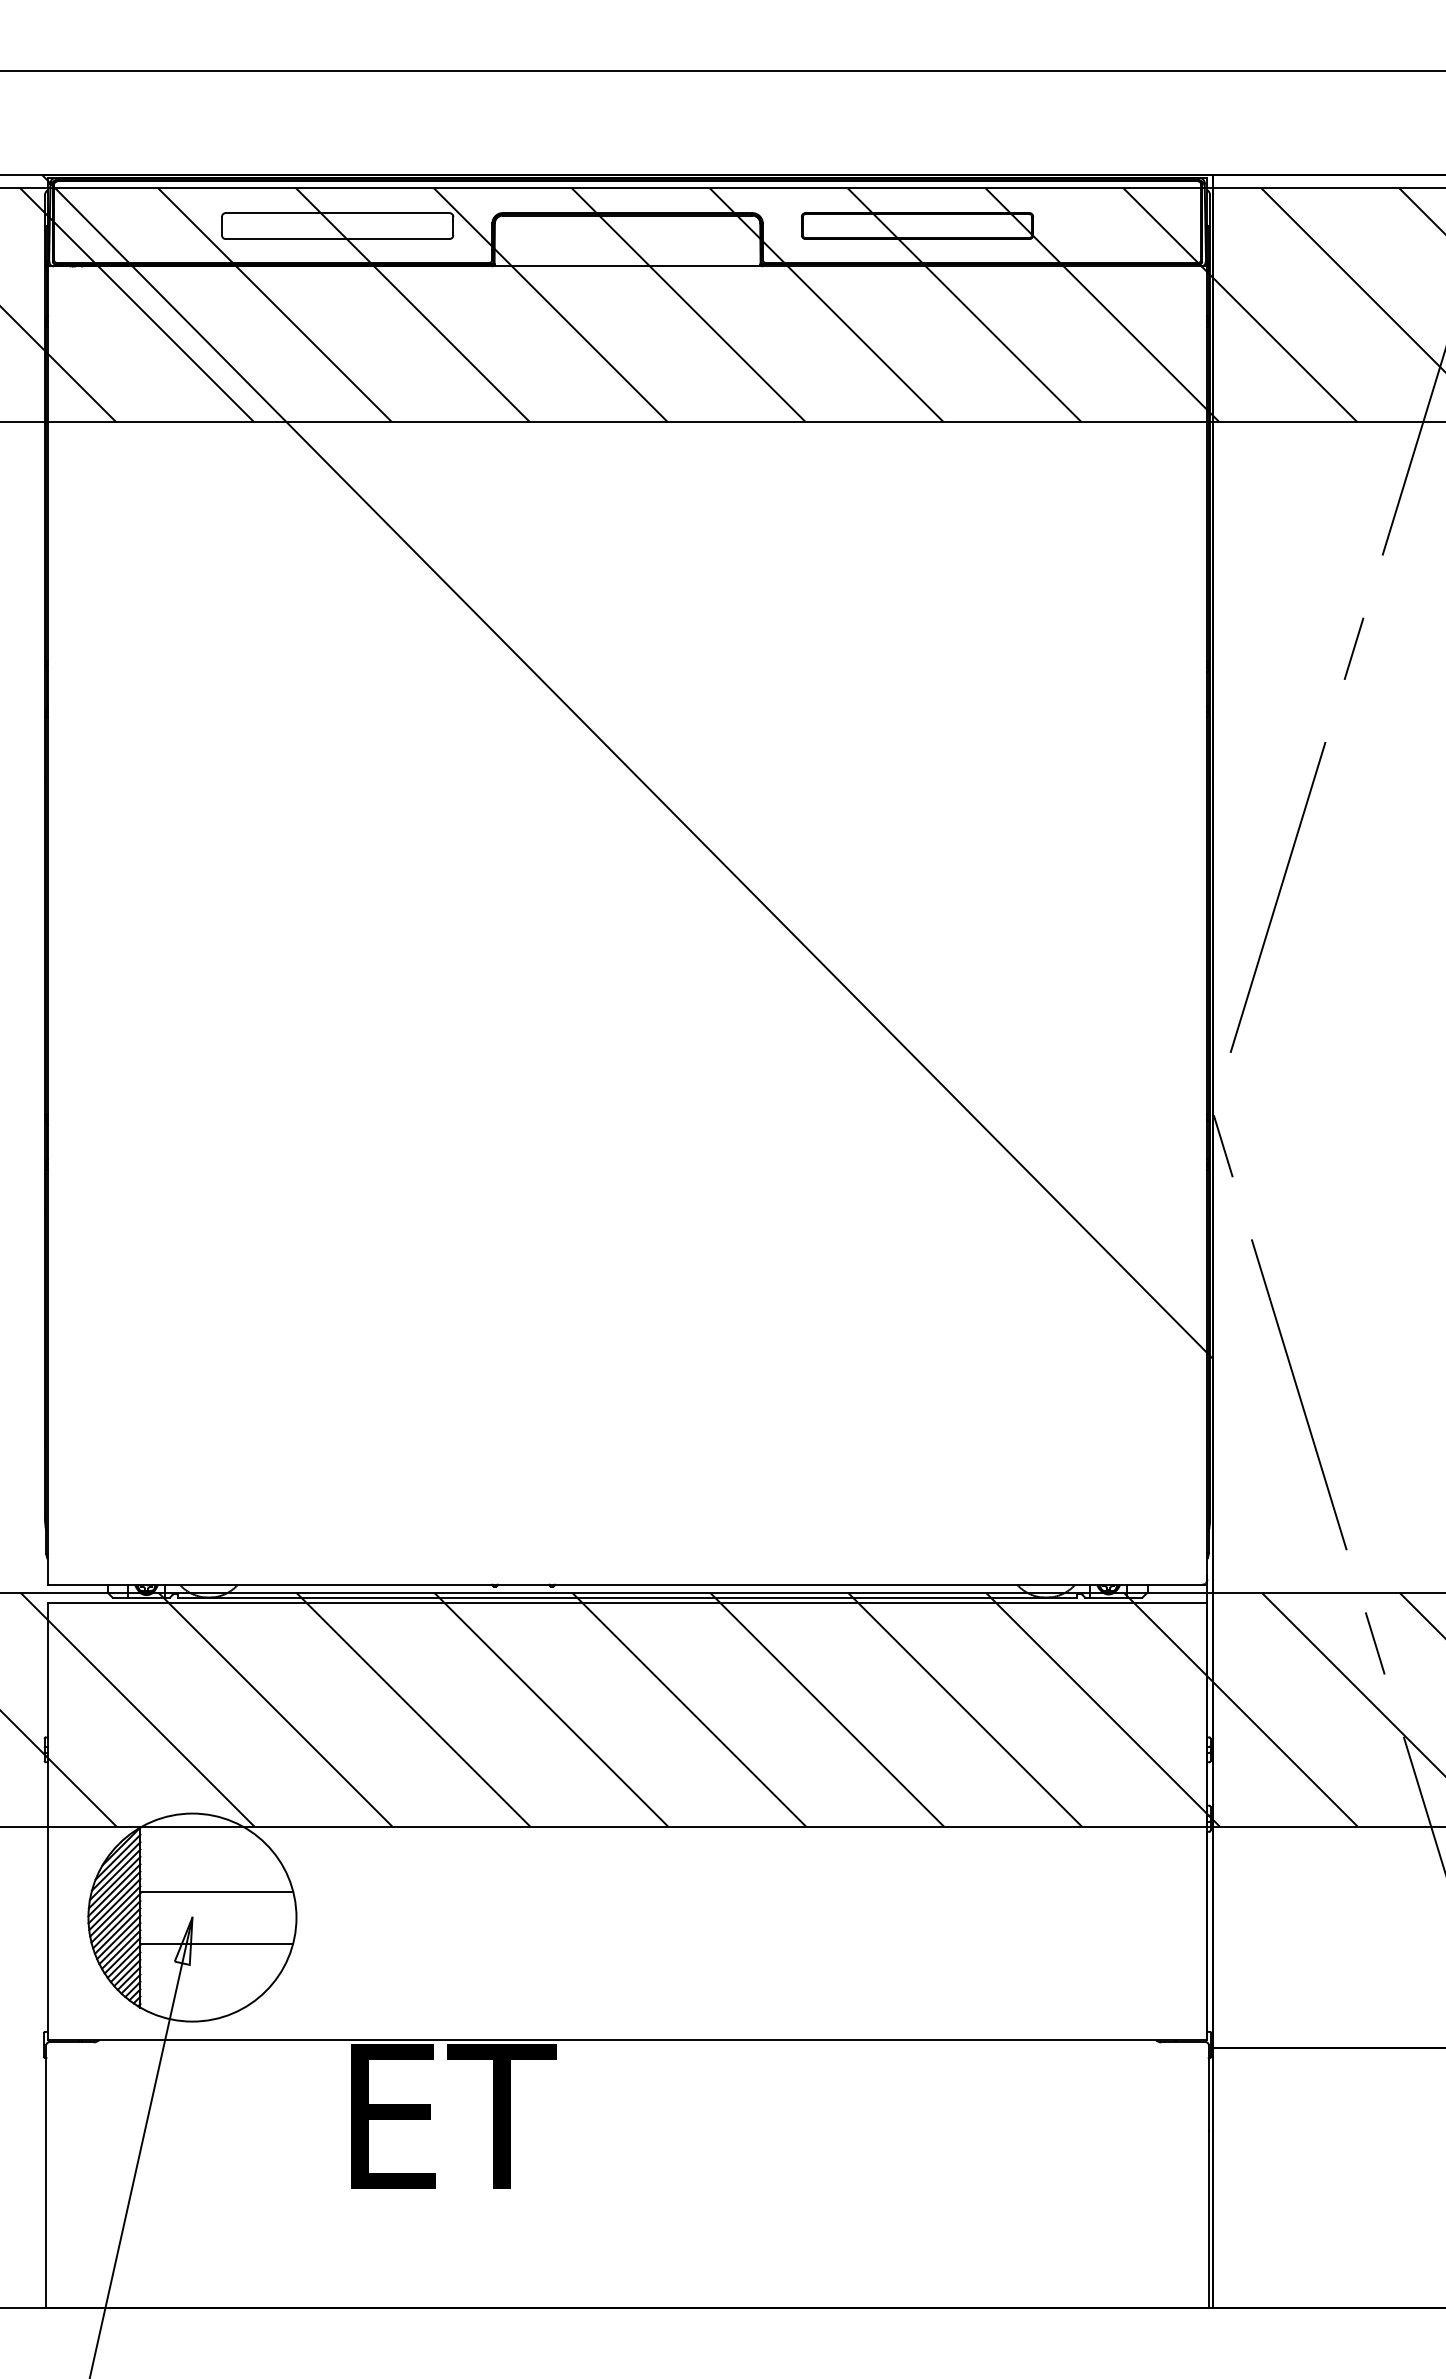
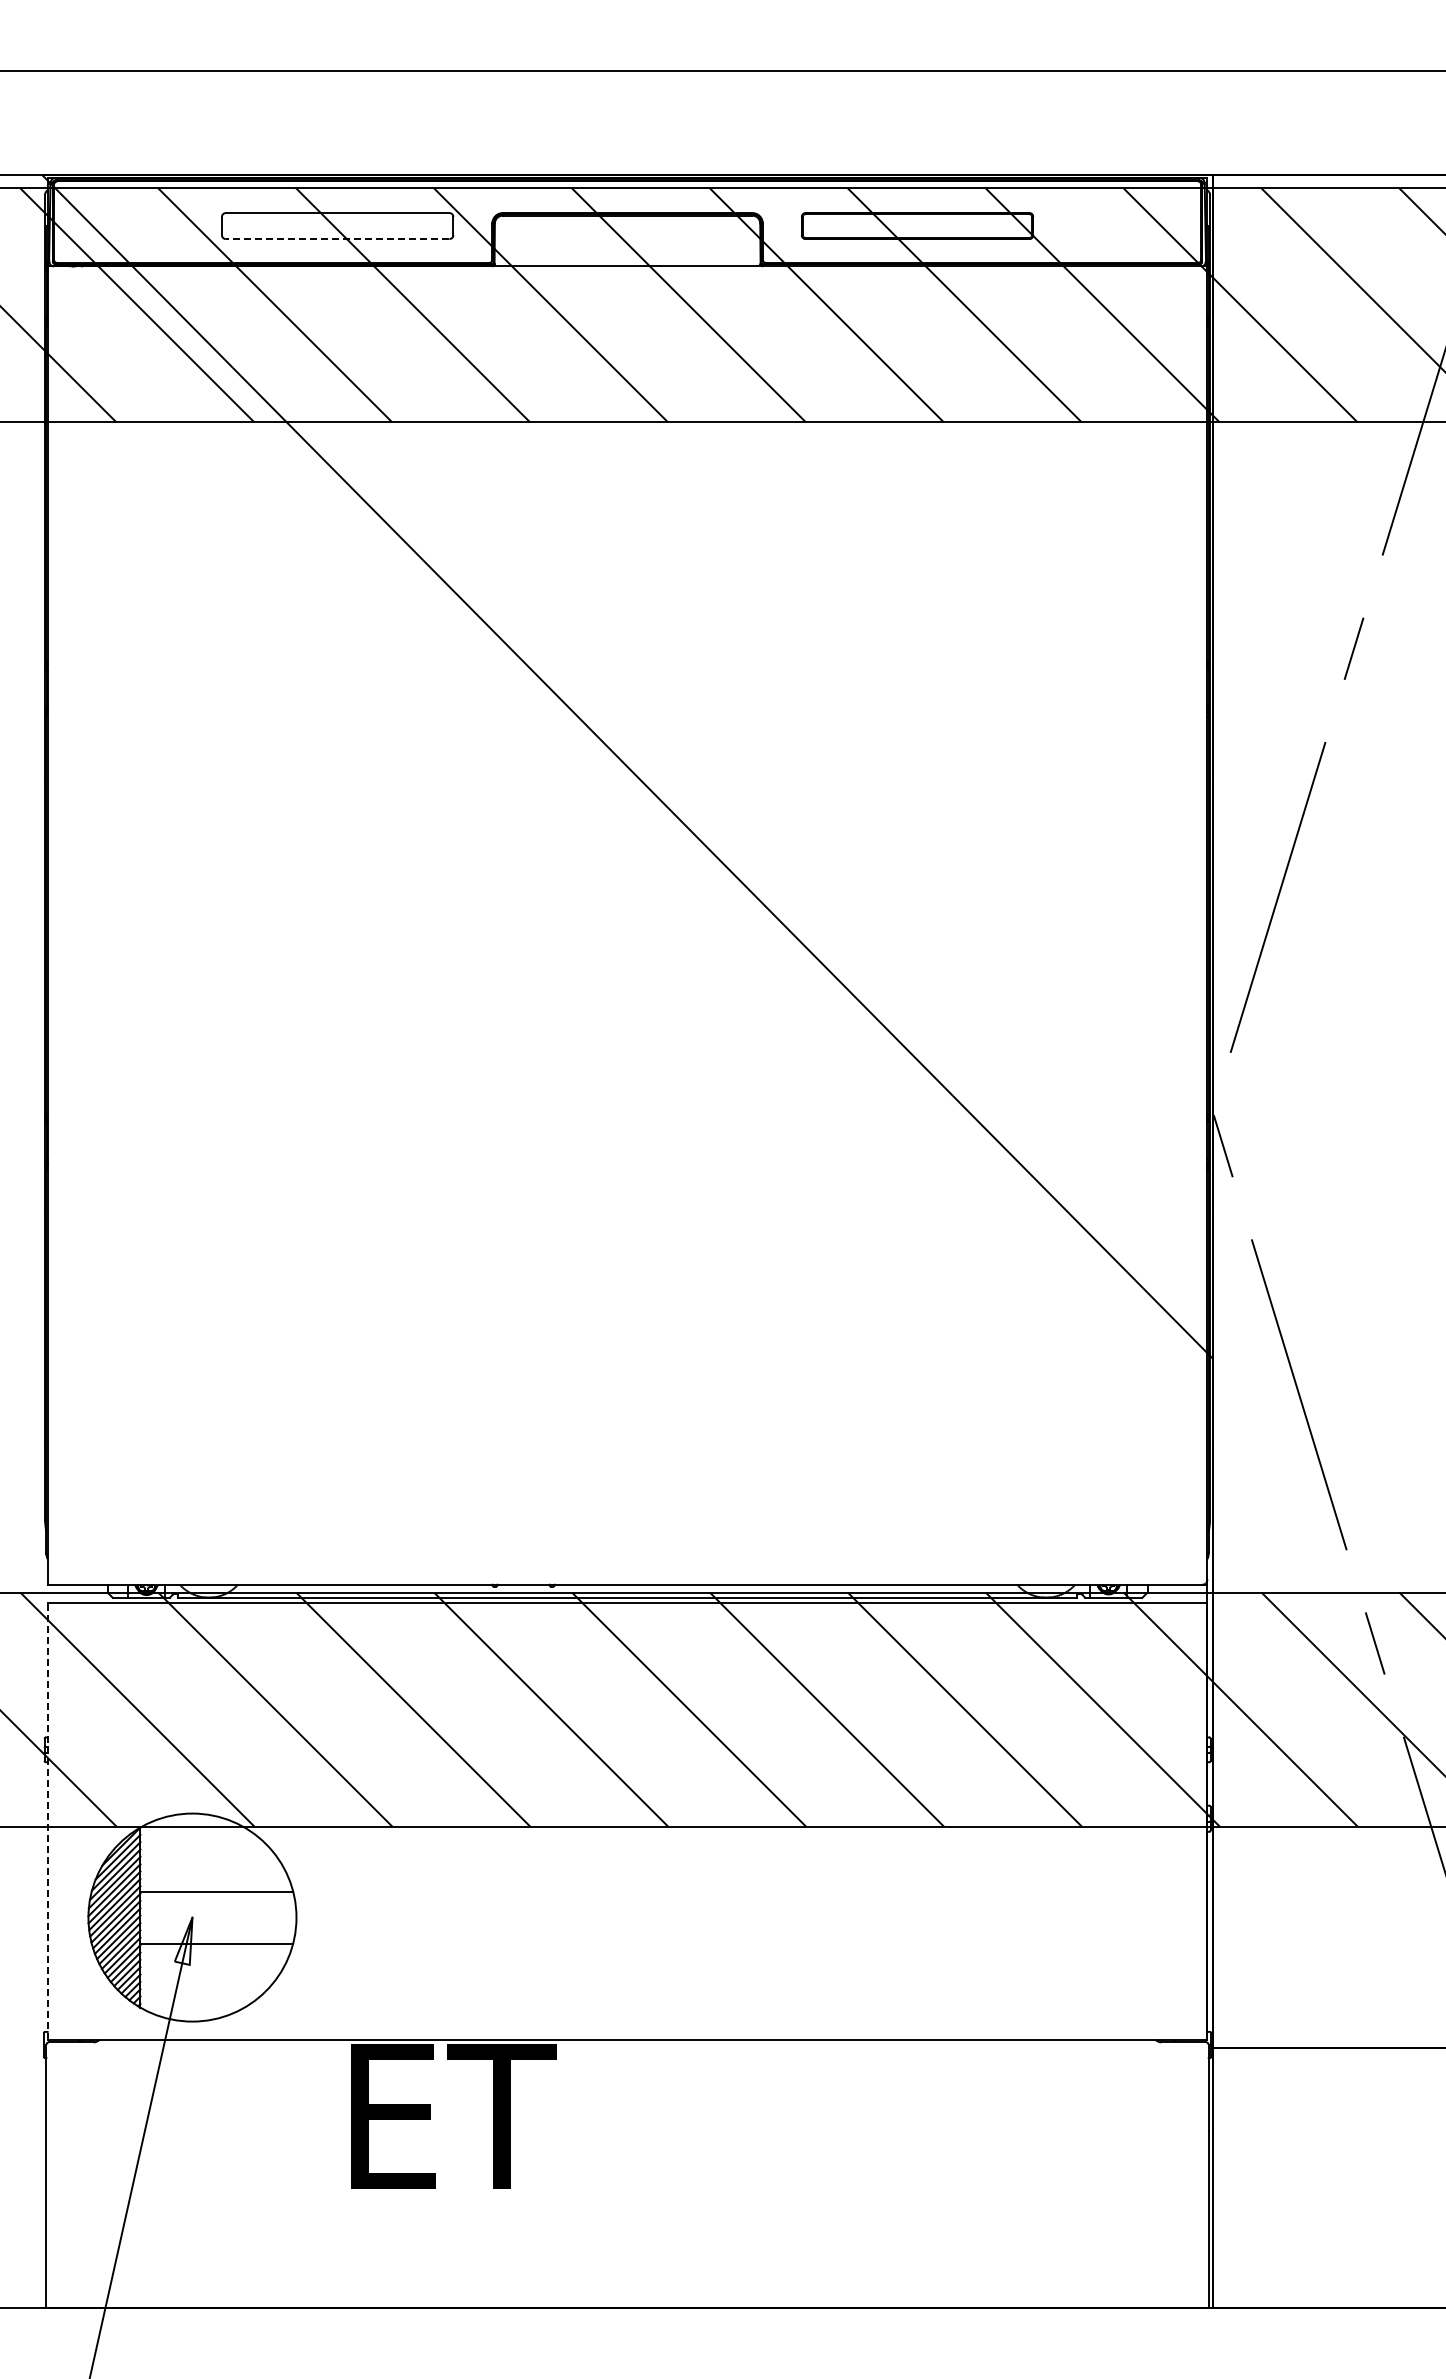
line at (337, 239): solid -> dashed
line at (47, 1820): solid -> dashed
